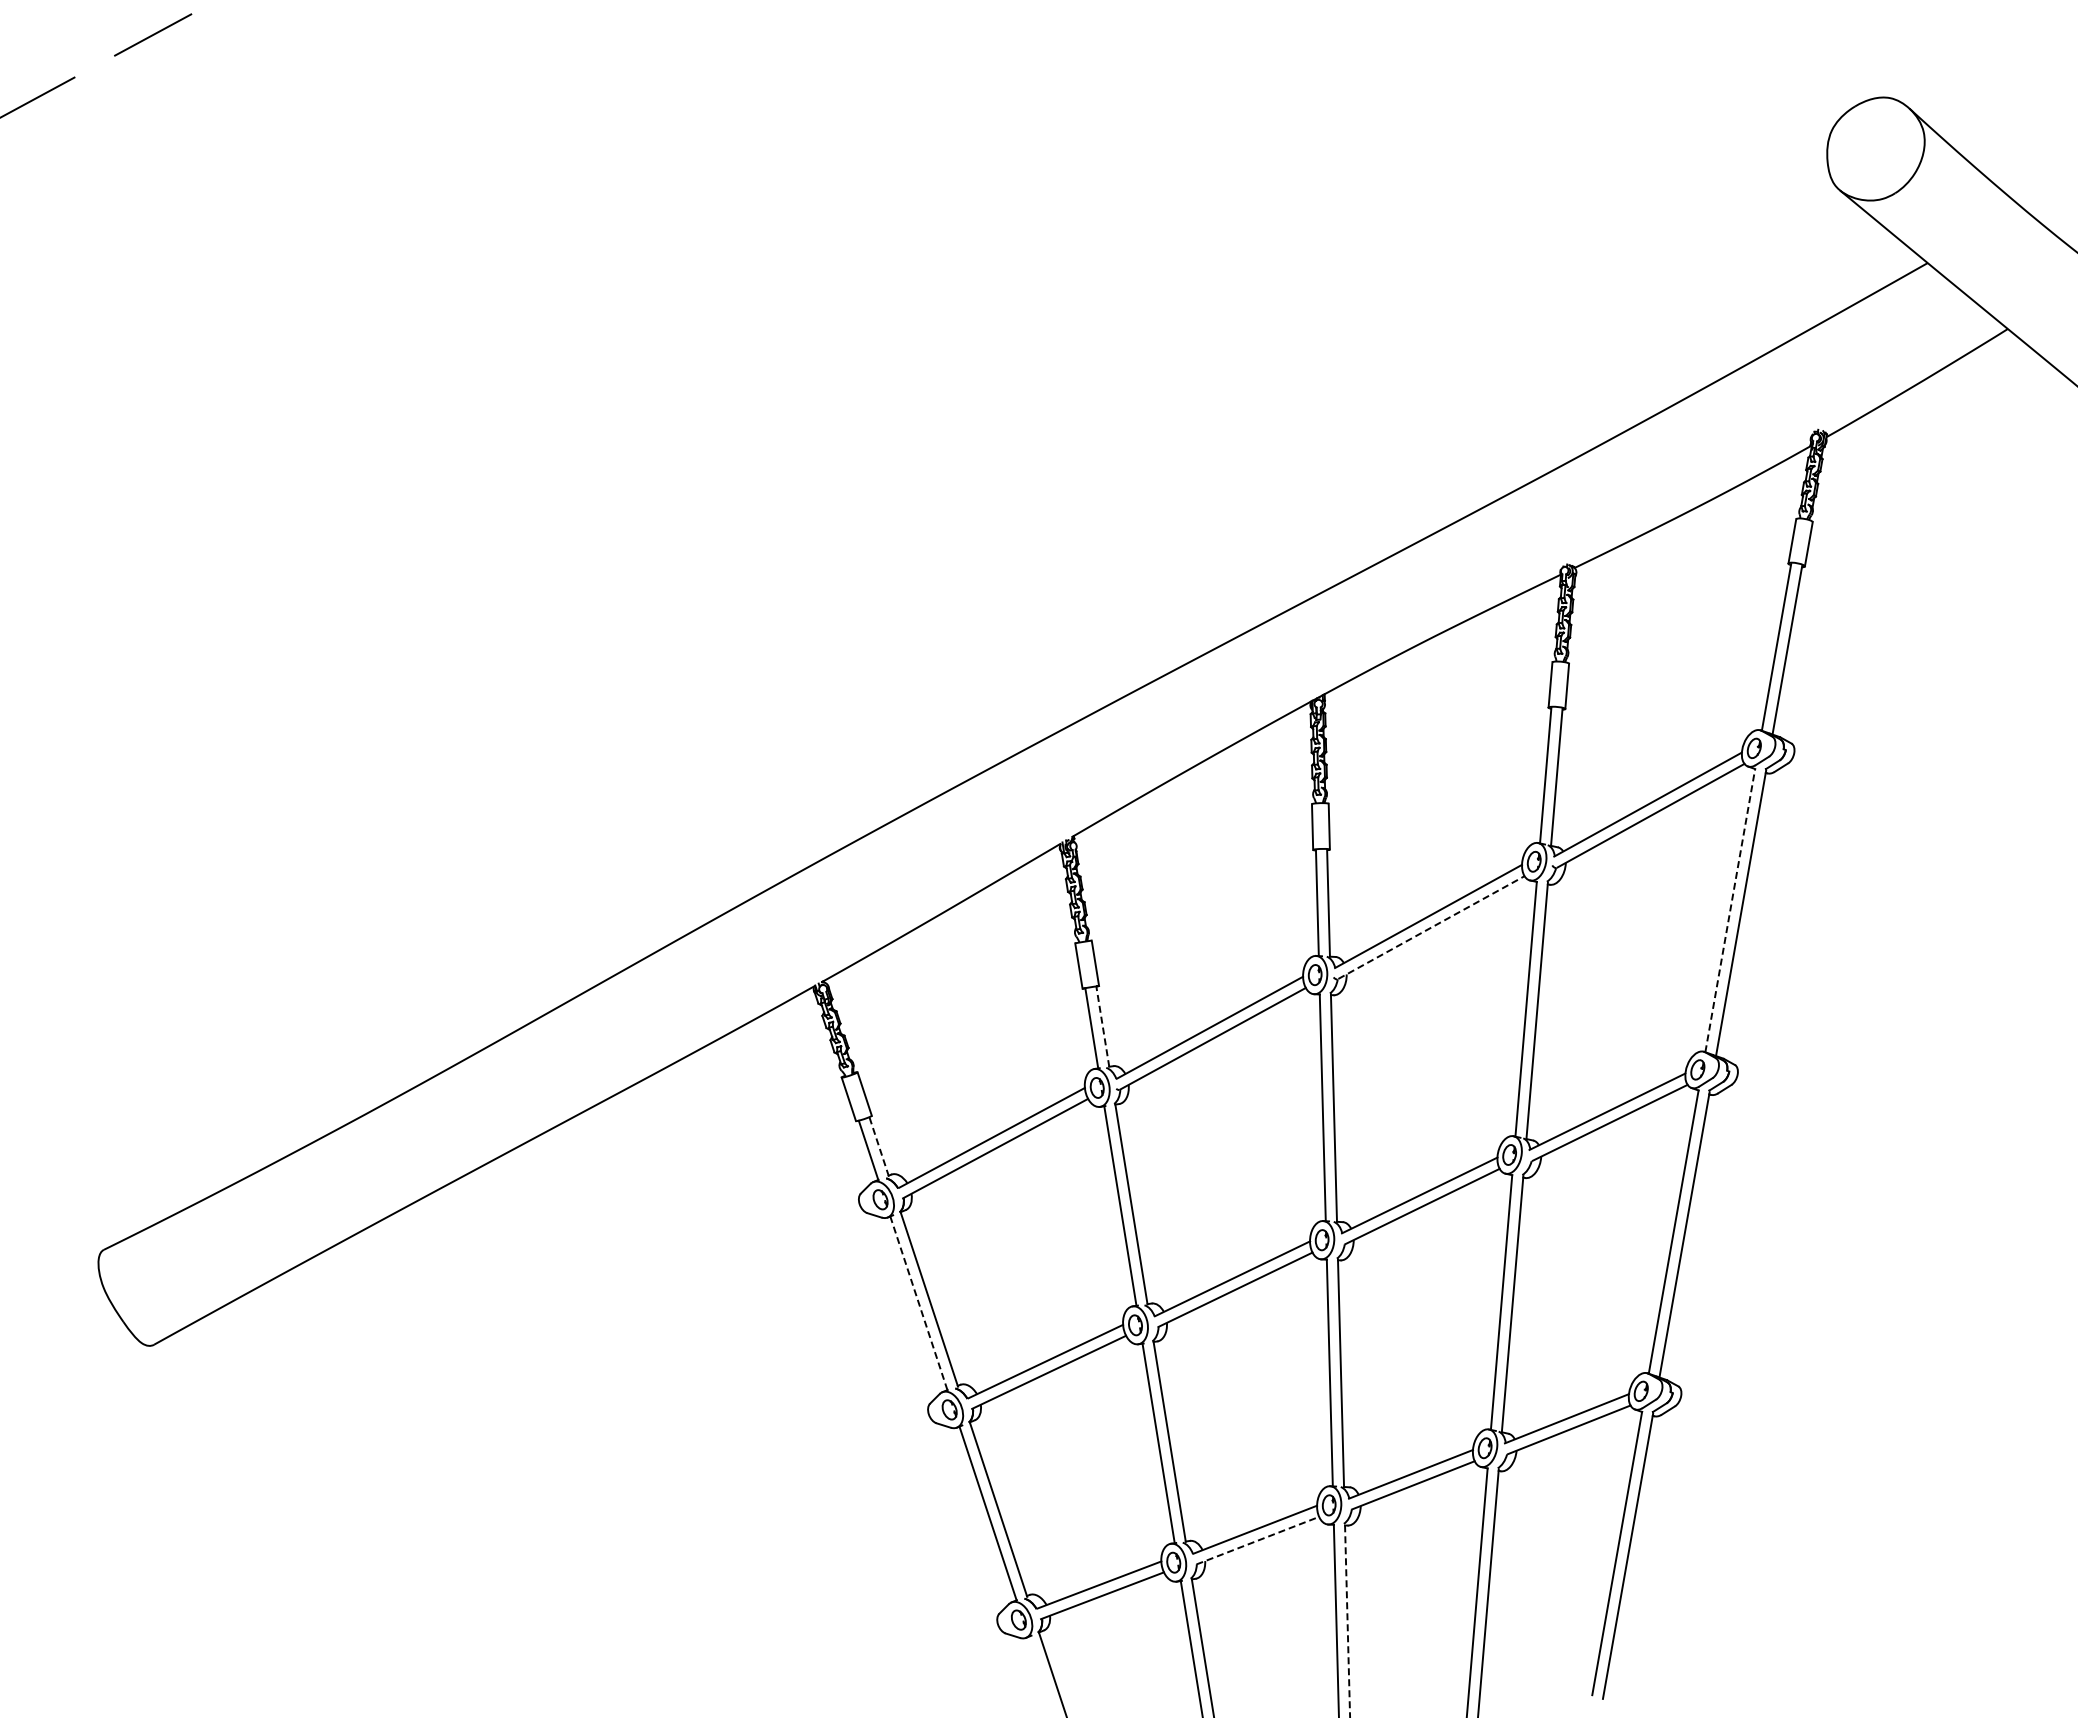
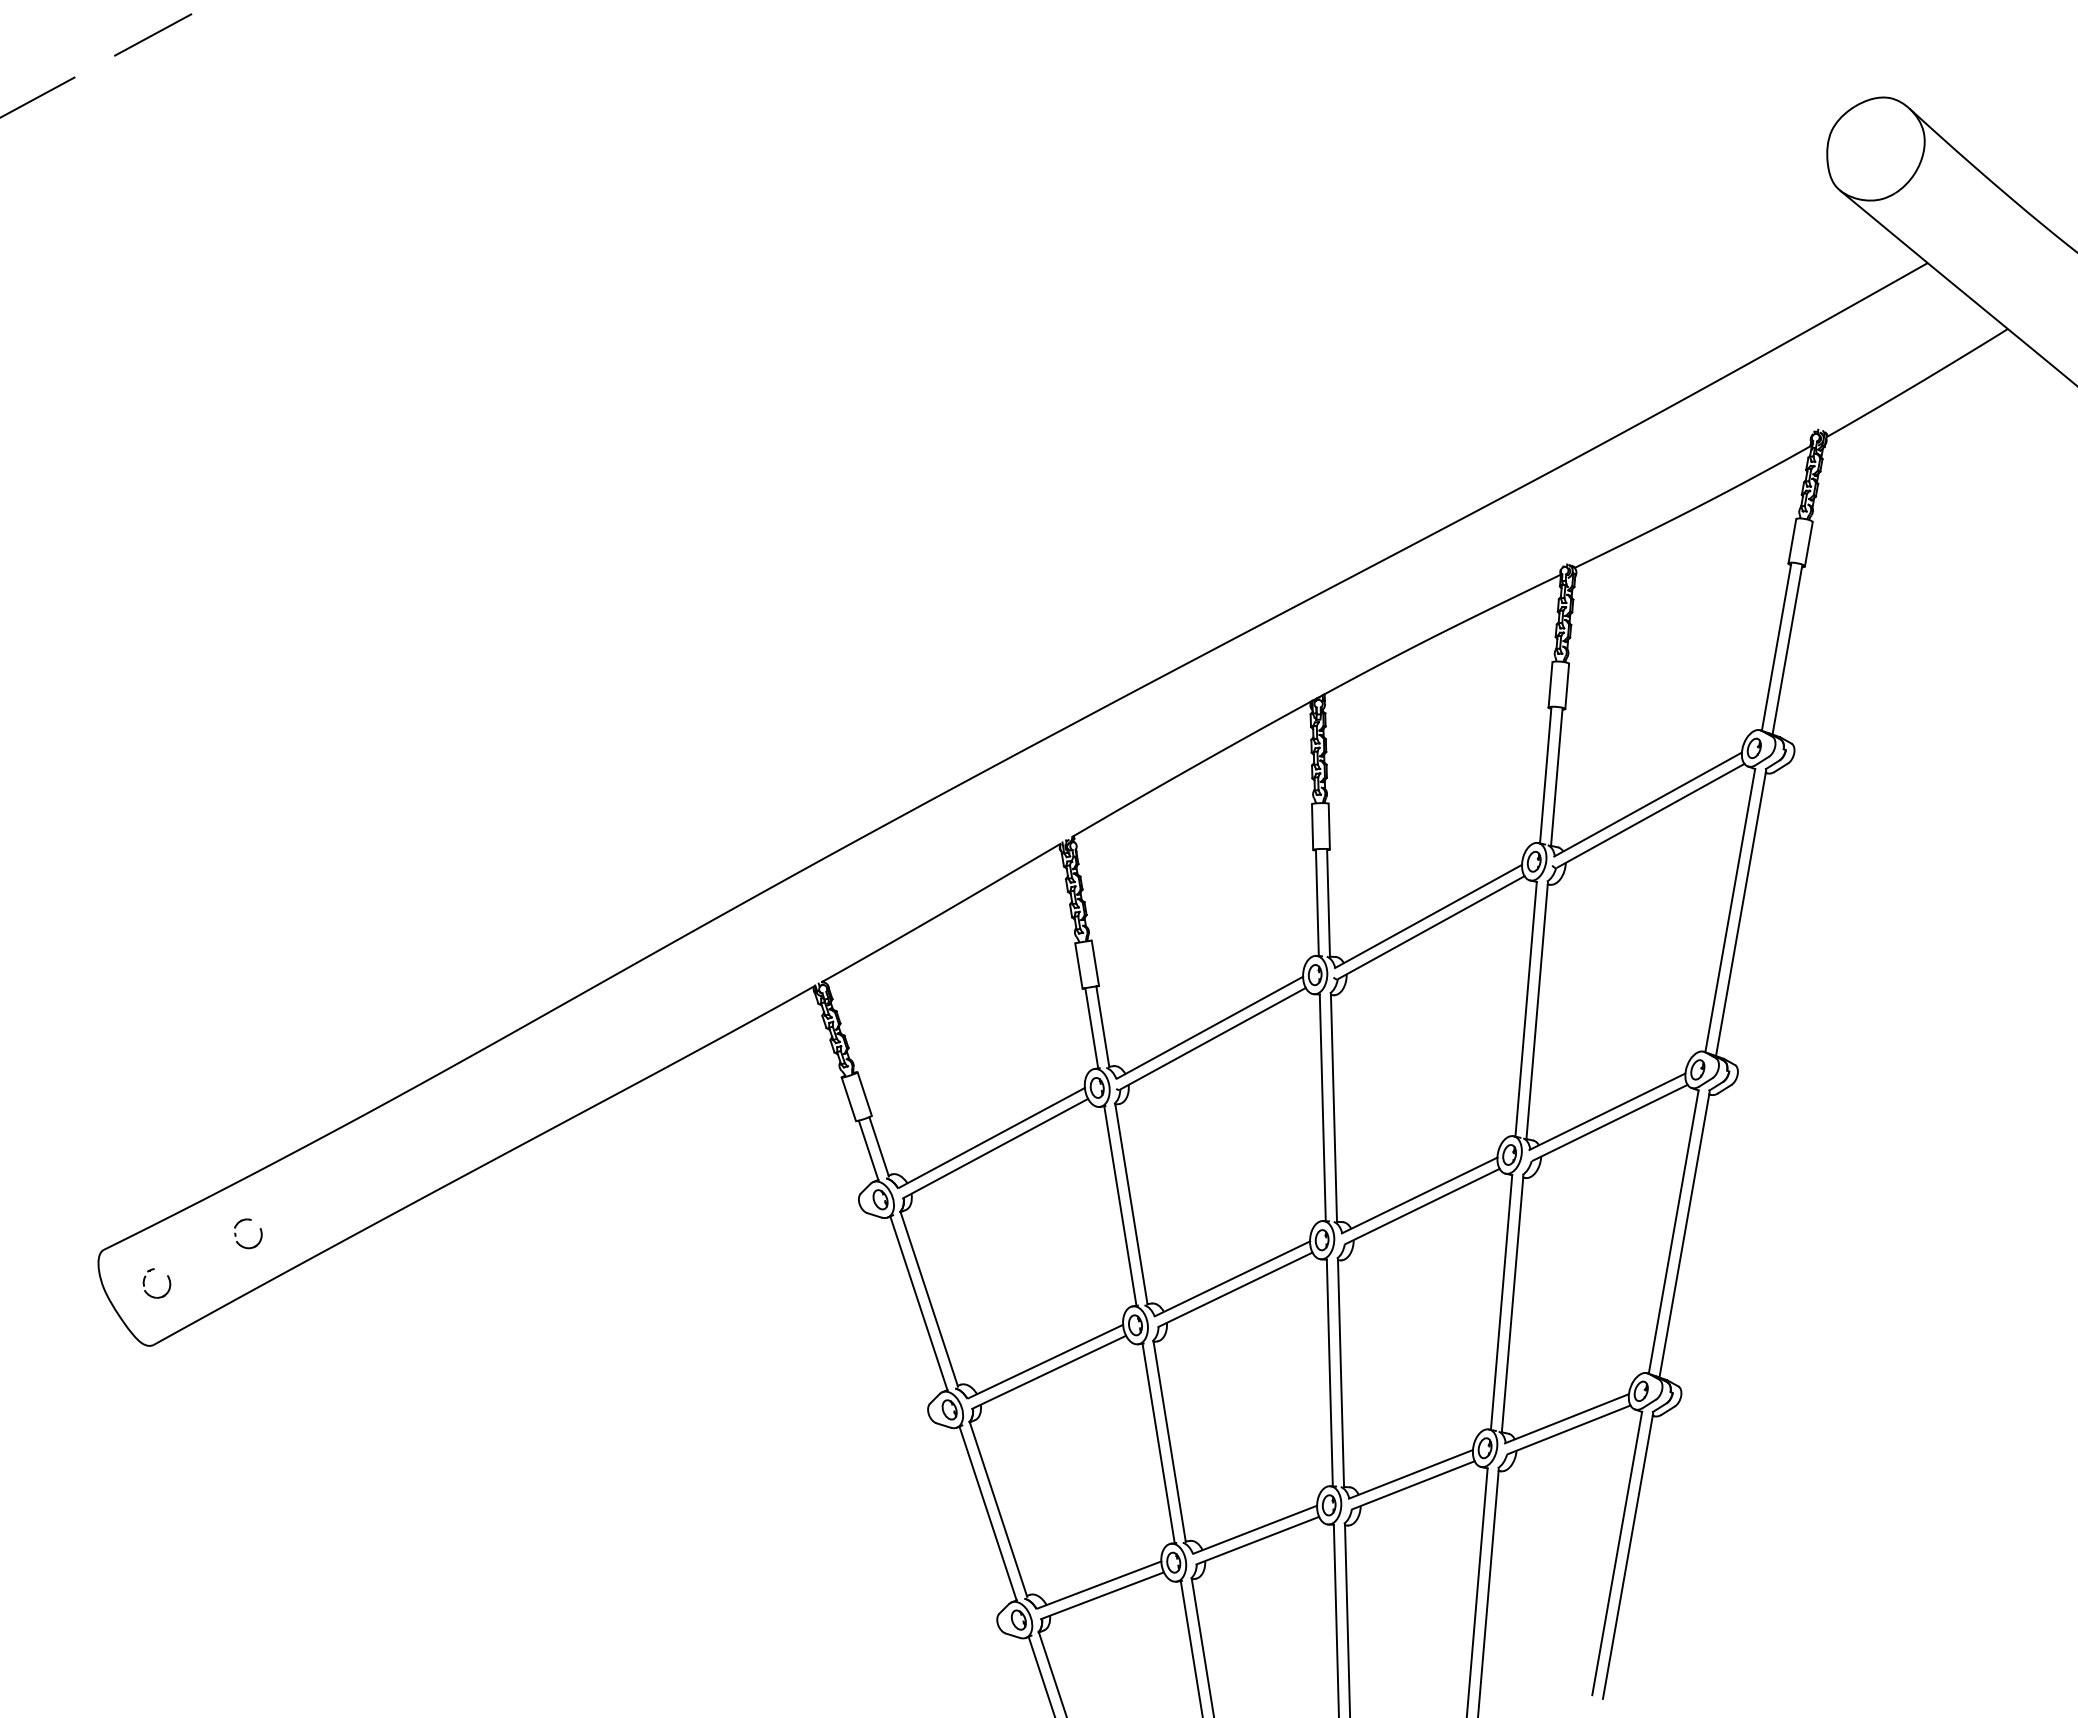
line at (1730, 910): dashed -> solid
line at (1431, 927): dashed -> solid
line at (1102, 1026): dashed -> solid
line at (879, 1146): dashed -> solid
part at (259, 1229): none -> present
part at (145, 1279): none -> present
line at (918, 1302): dashed -> solid
line at (1257, 1540): dashed -> solid
line at (1347, 1620): dashed -> solid
line at (1041, 1675): none -> present
